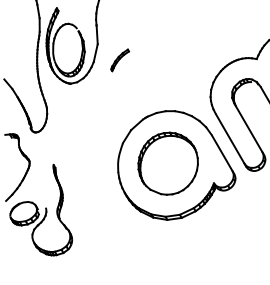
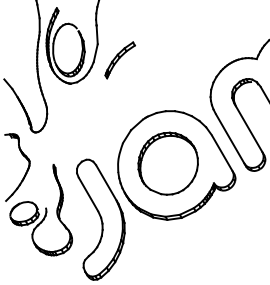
part at (120, 60) size: 21x25 px -> 32x39 px
part at (100, 219): none -> present
